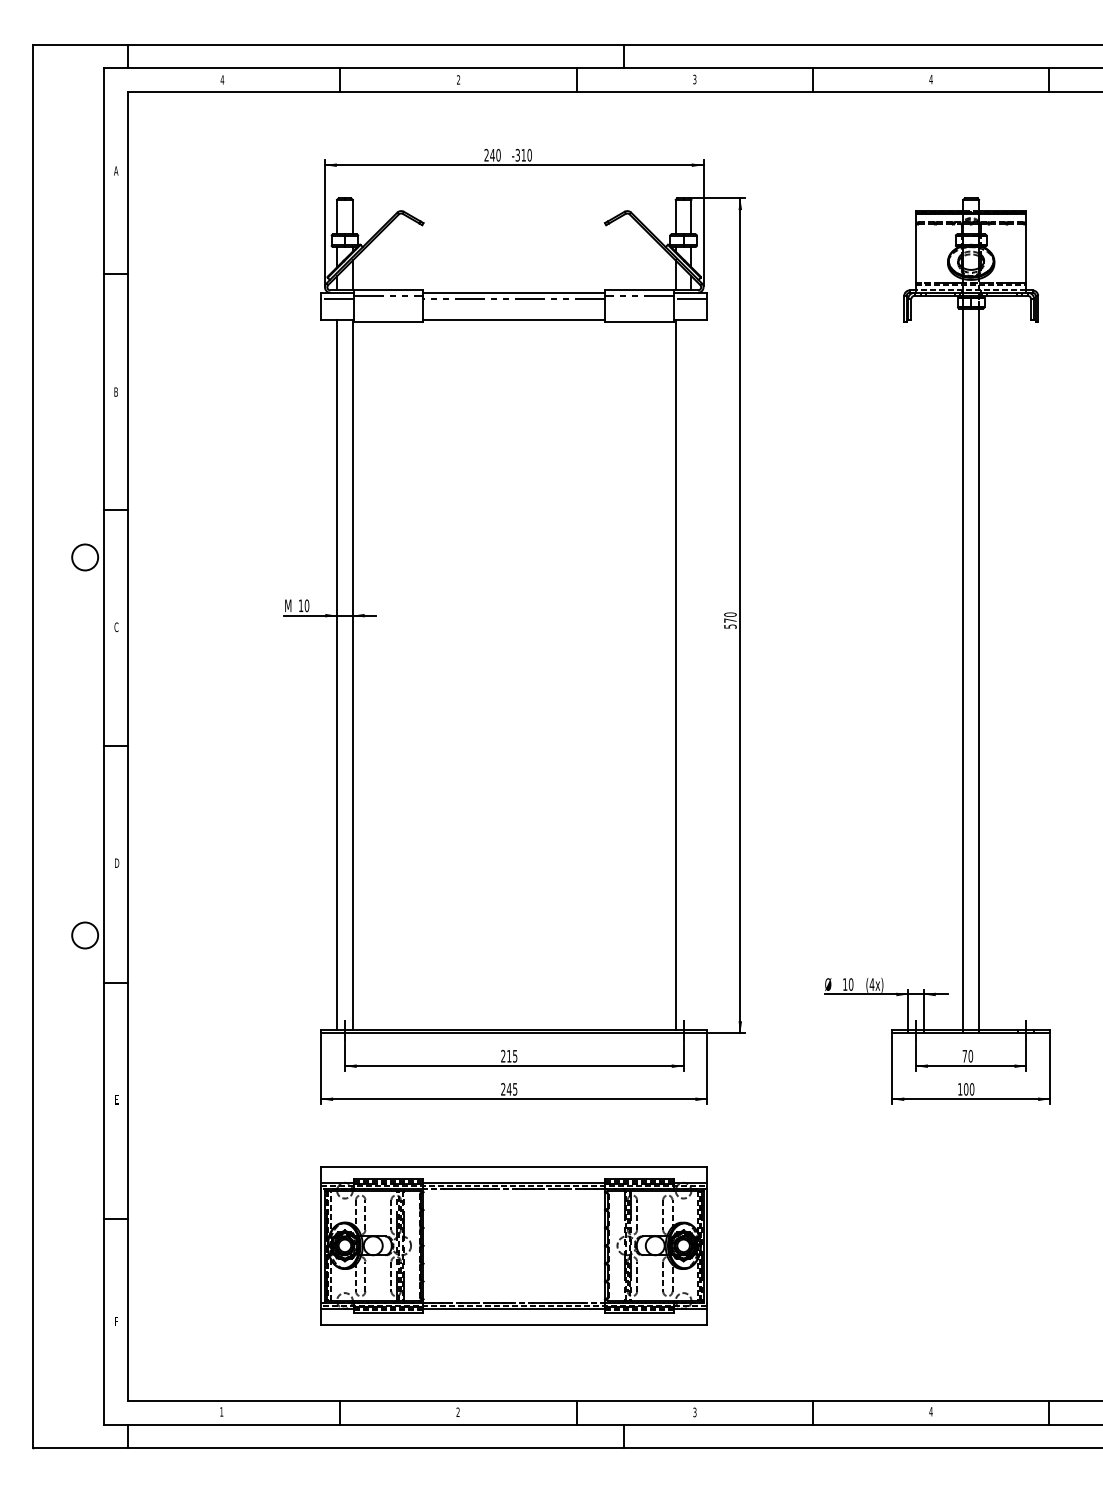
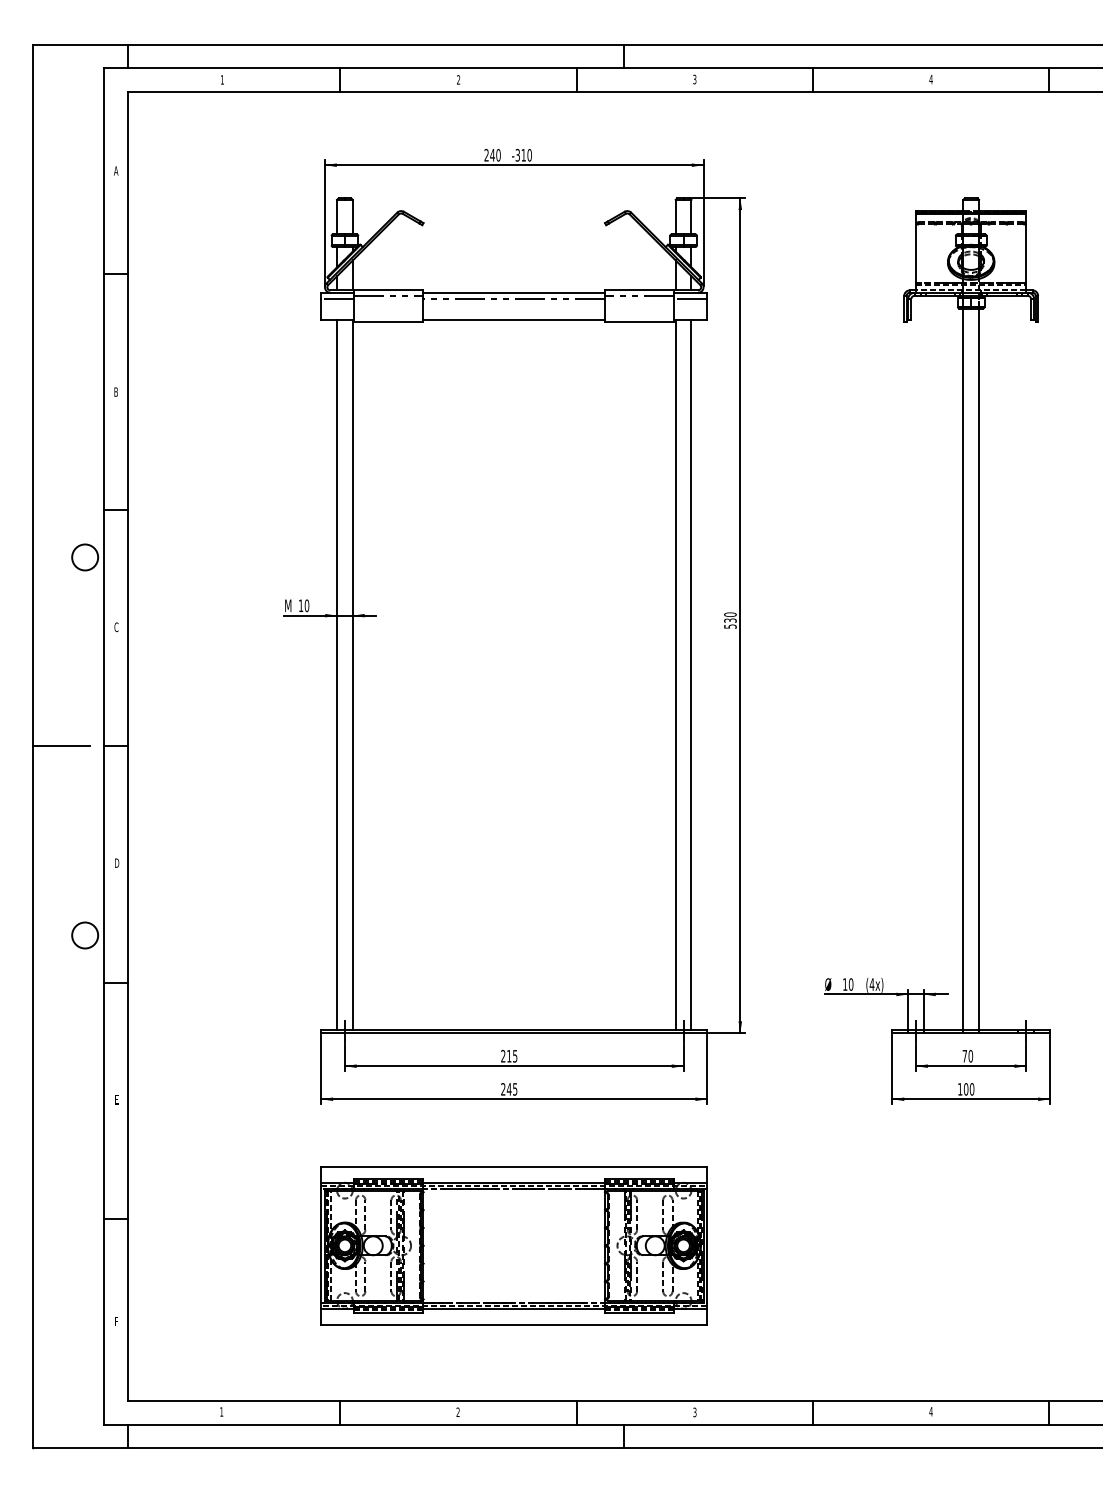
text at (222, 79): 4 -> 1
text at (730, 620): 570 -> 530
line at (691, 674): none -> present
line at (61, 746): none -> present
